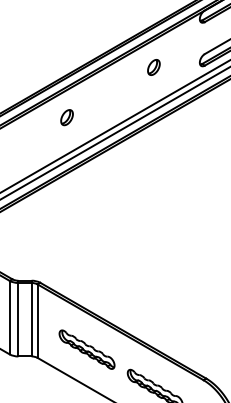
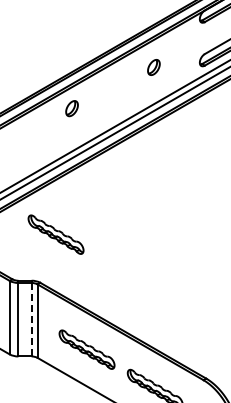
part at (66, 117) position: (66, 117) -> (71, 108)
part at (55, 234): none -> present
line at (31, 319): solid -> dashed
